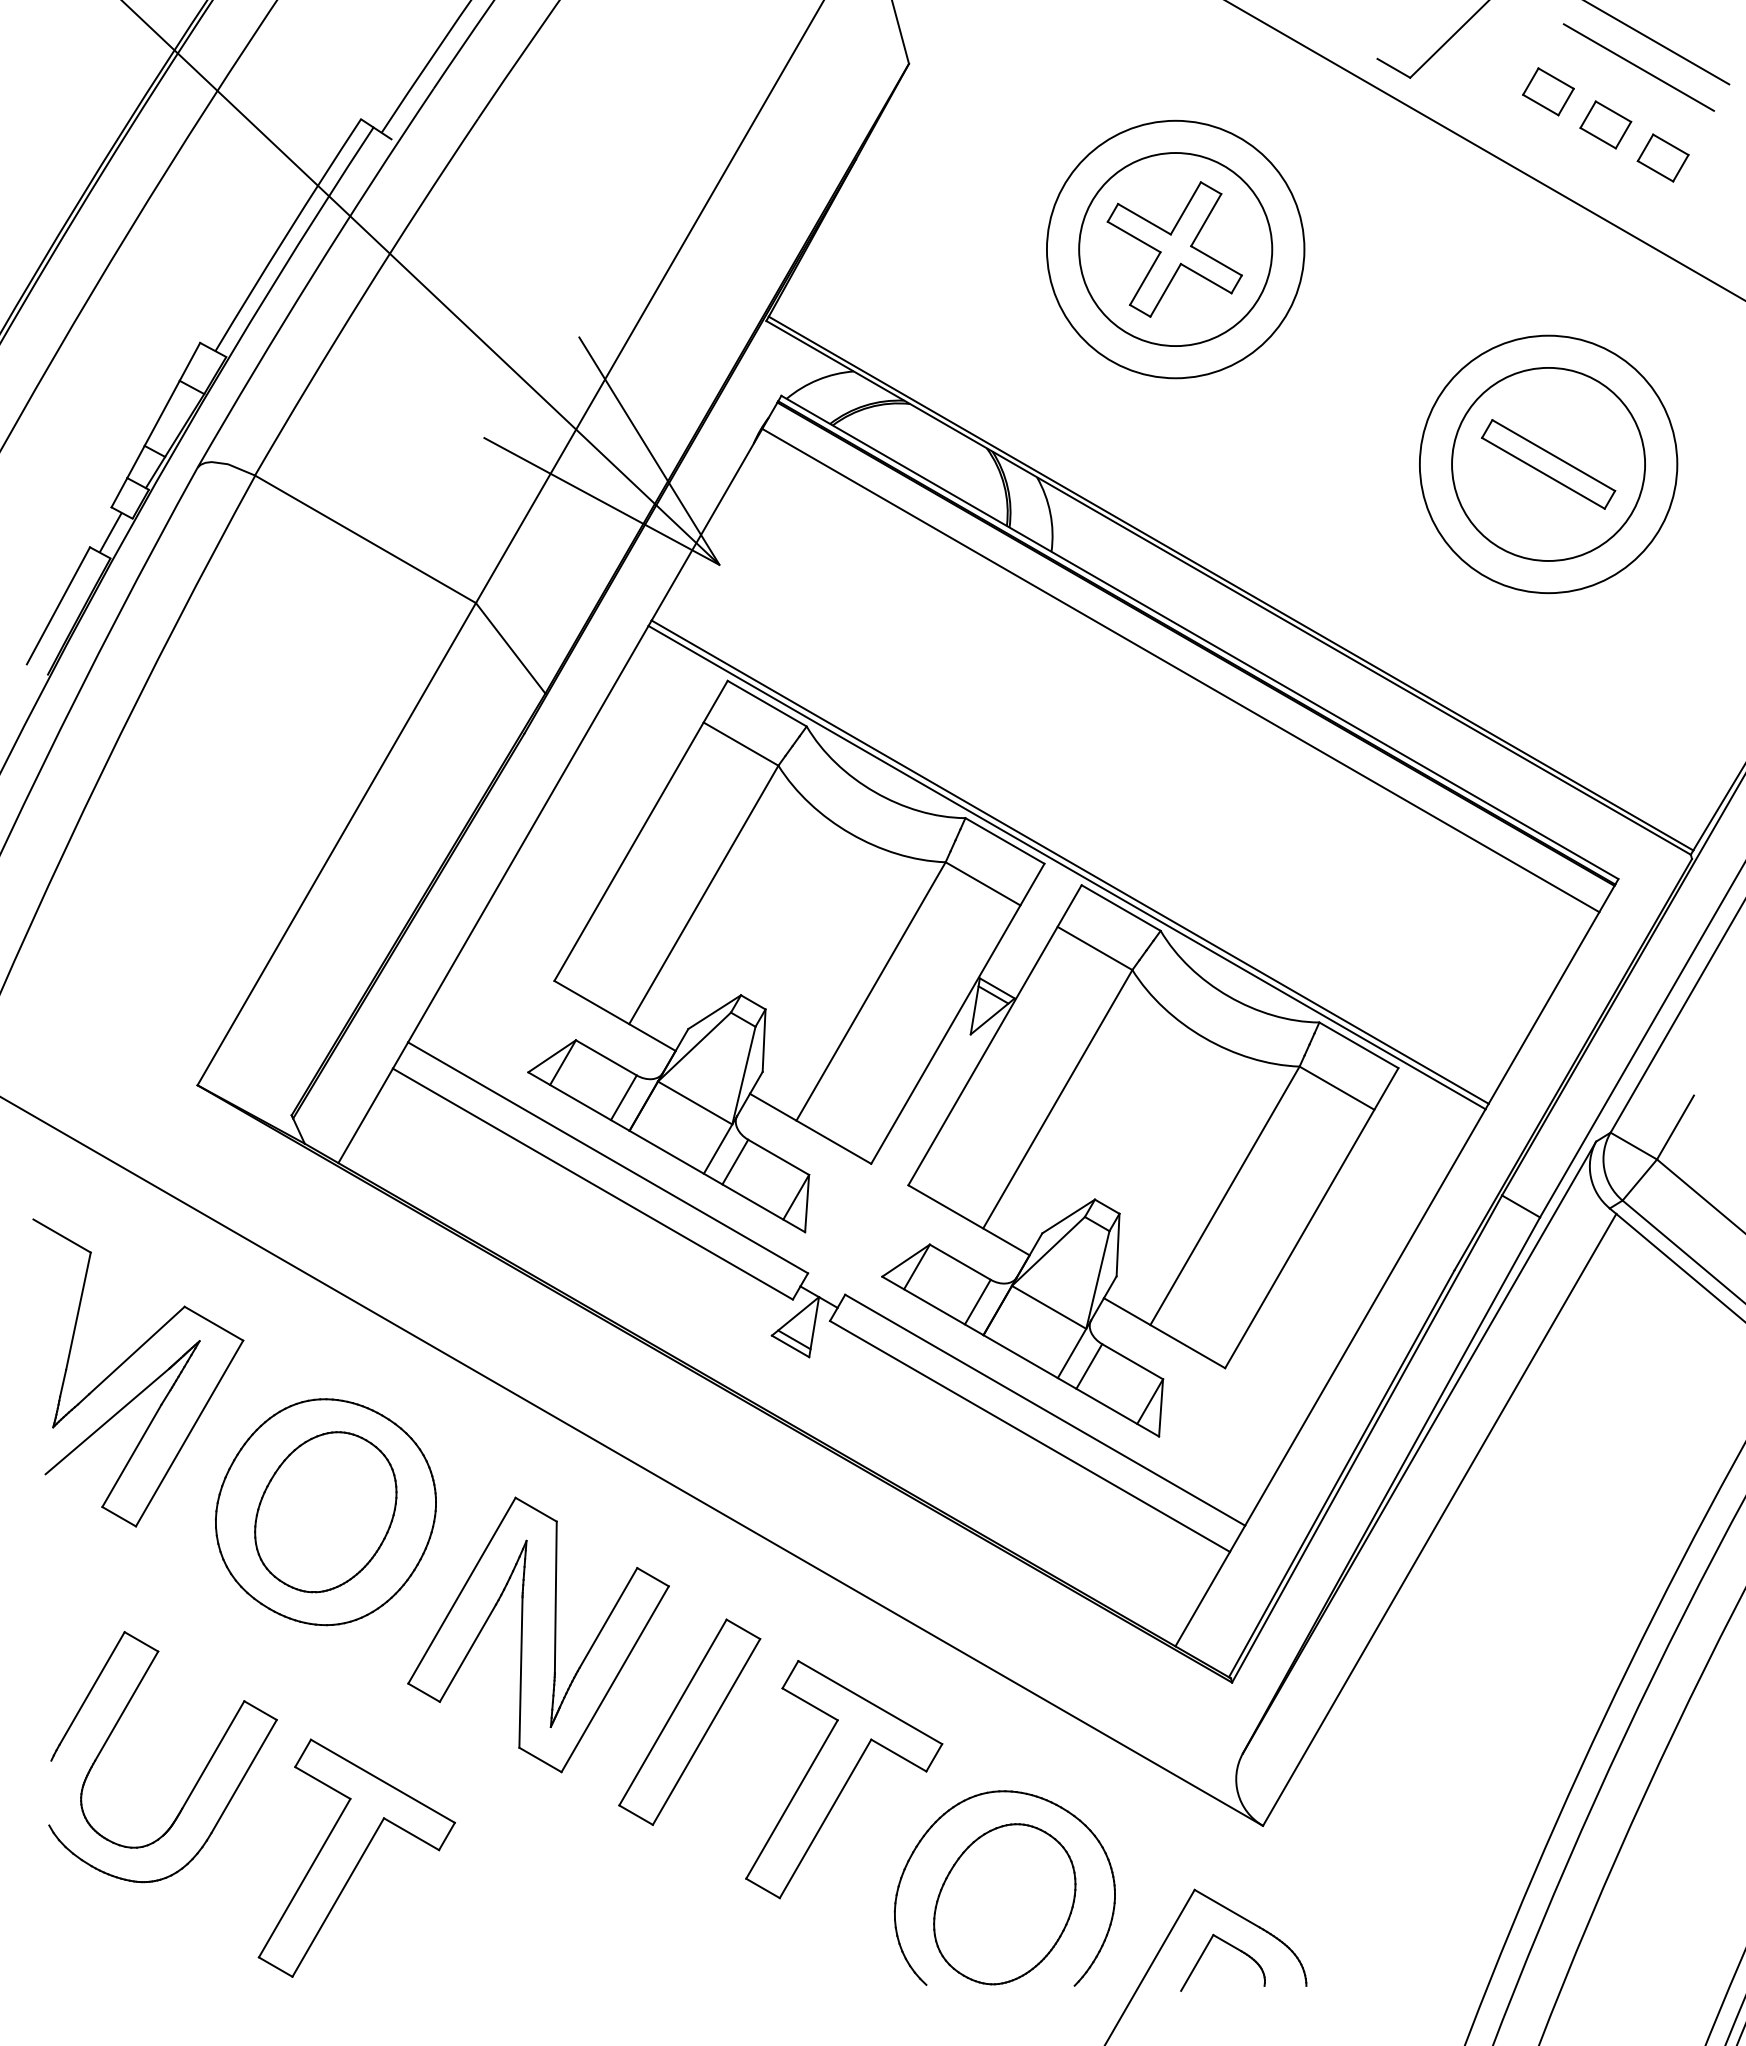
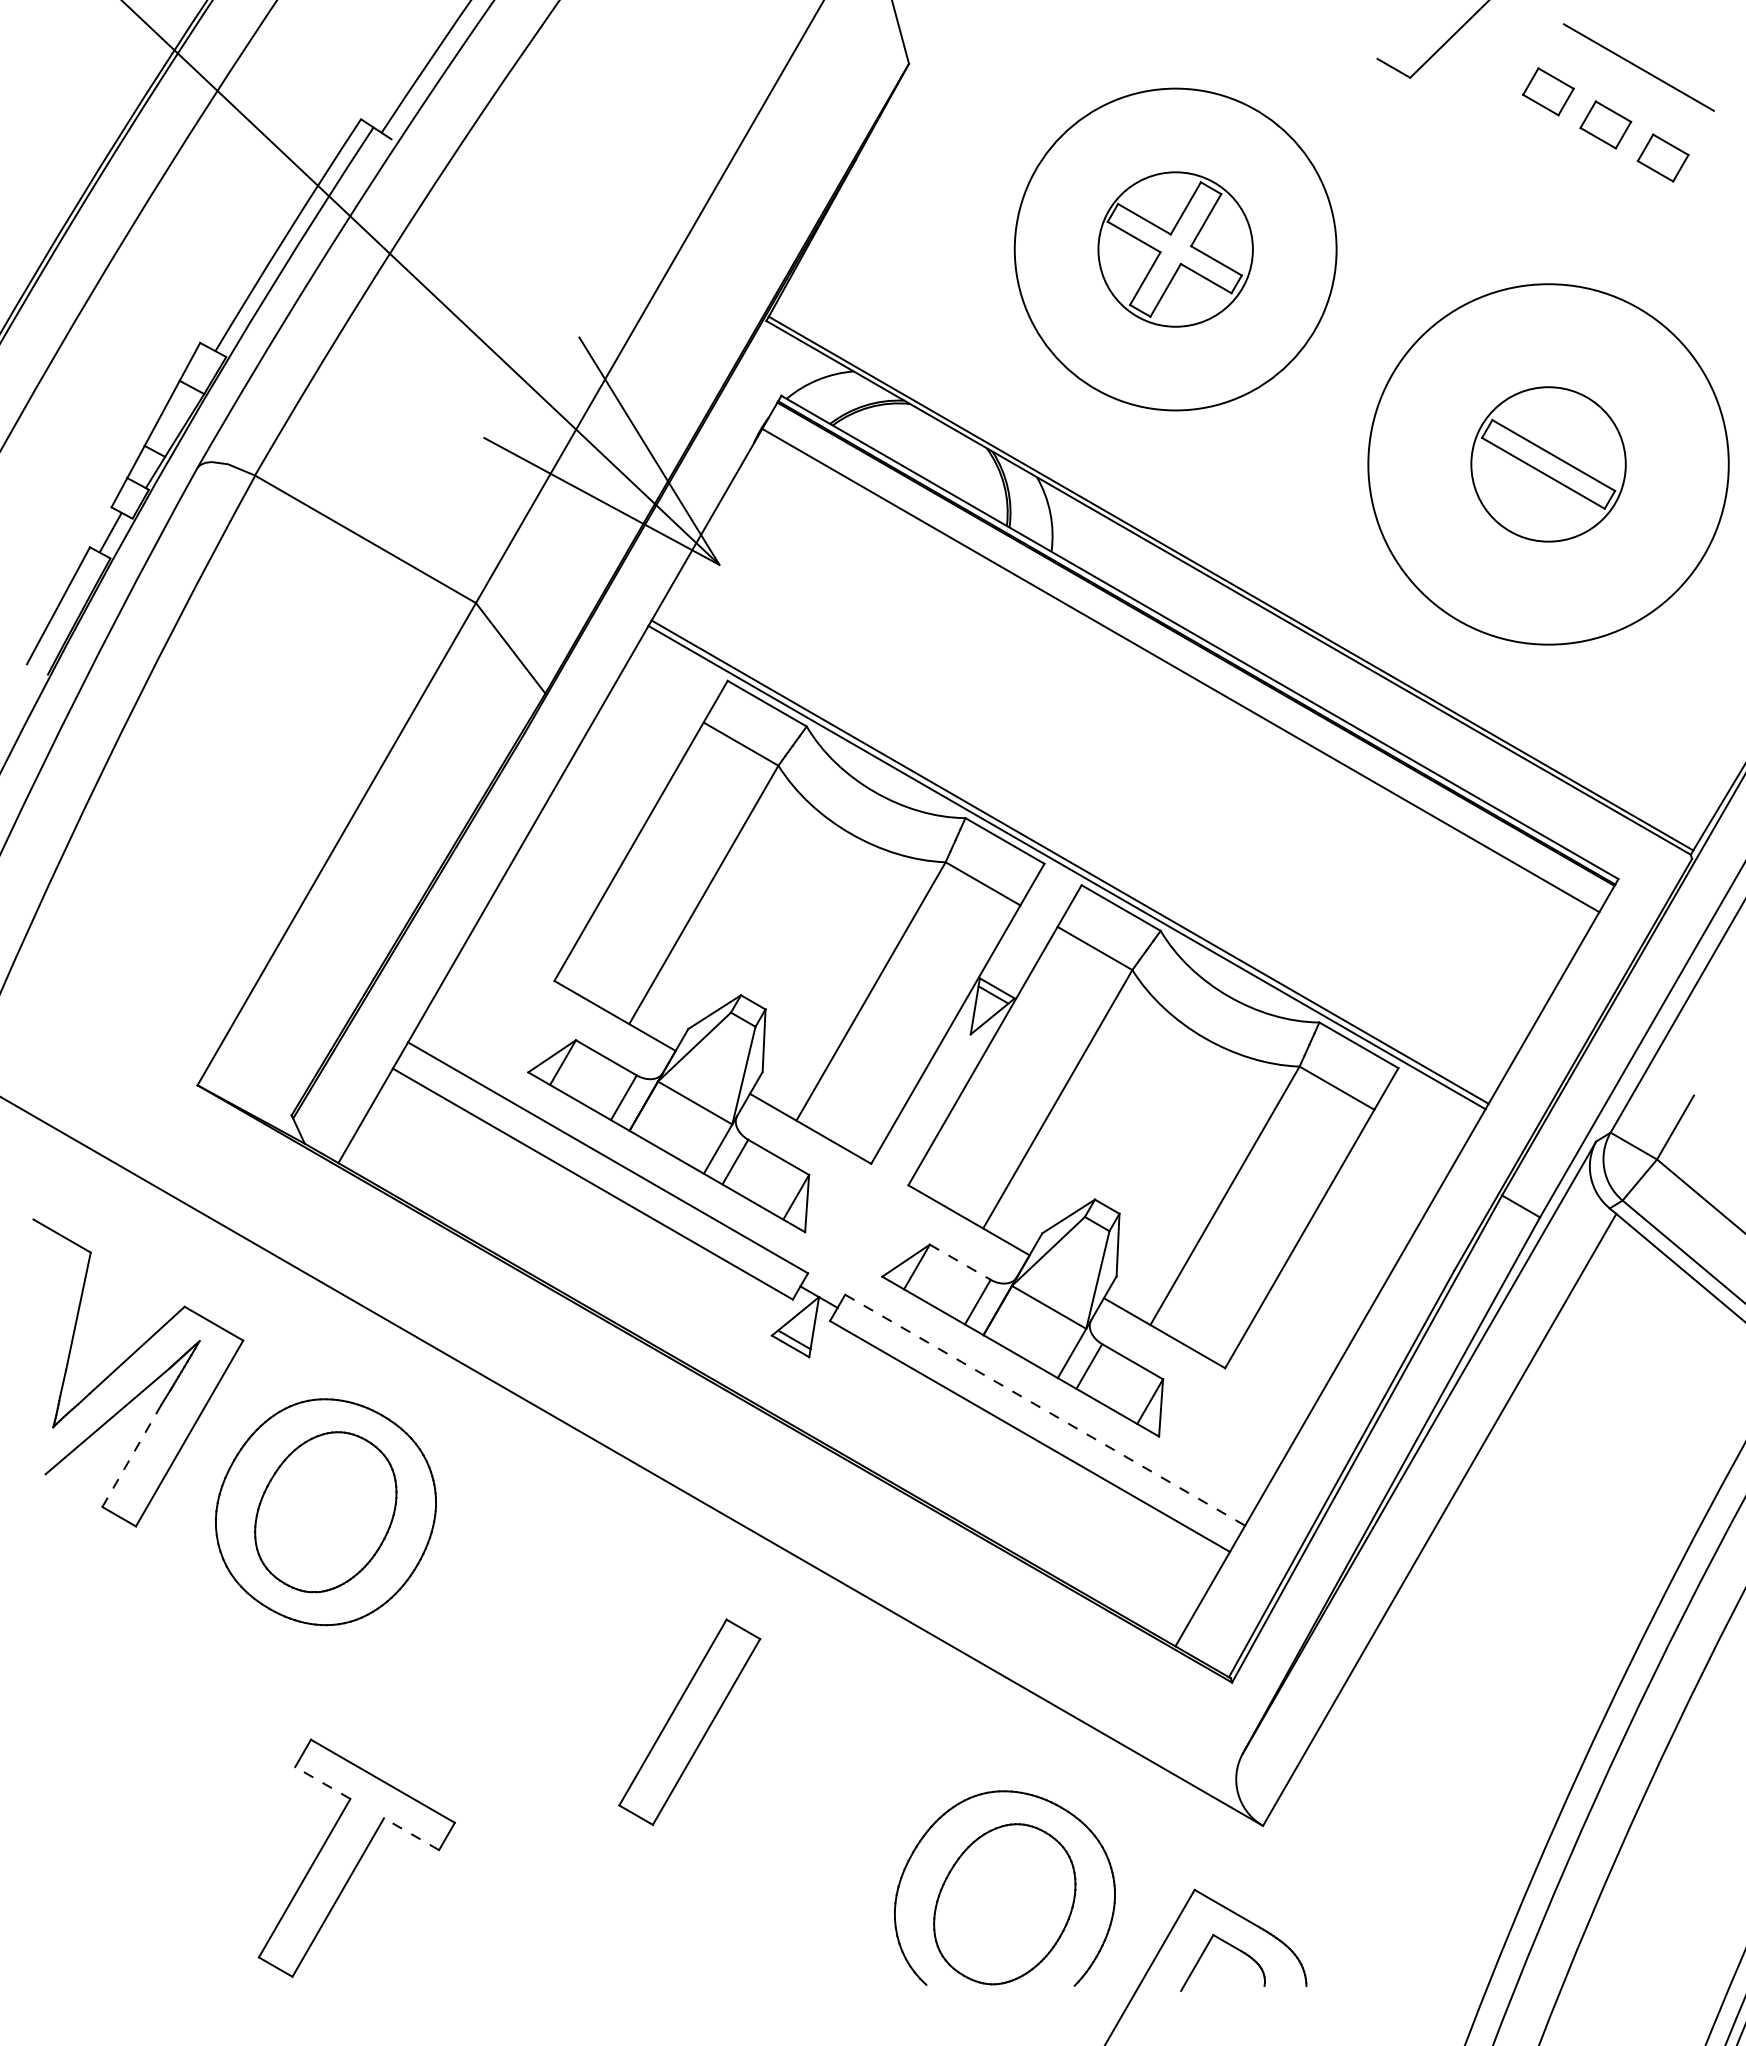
line at (1658, 43): present -> none
line at (1485, 150): present -> none
circle at (1175, 249) diameter: 193 px -> 154 px
circle at (1175, 249) diameter: 257 px -> 322 px
circle at (1548, 463) diameter: 193 px -> 154 px
circle at (1548, 464) diameter: 257 px -> 360 px
line at (960, 1262): solid -> dashed
line at (1045, 1410): solid -> dashed
line at (132, 1455): solid -> dashed
part at (538, 1634): present -> none
part at (199, 1776): present -> none
part at (844, 1779): present -> none
line at (322, 1783): solid -> dashed
line at (411, 1834): solid -> dashed
